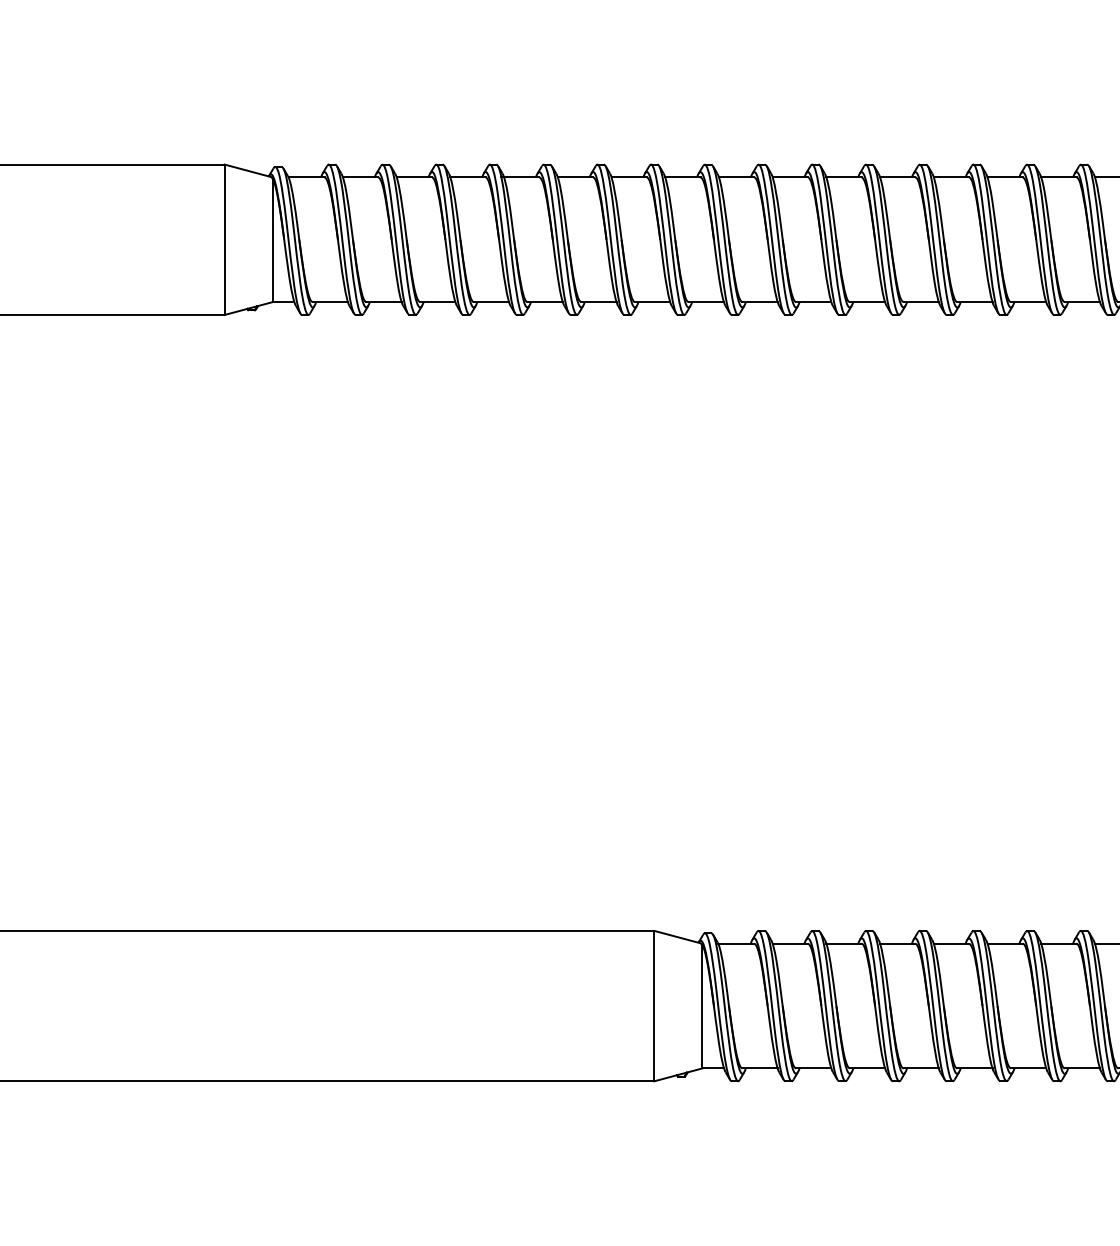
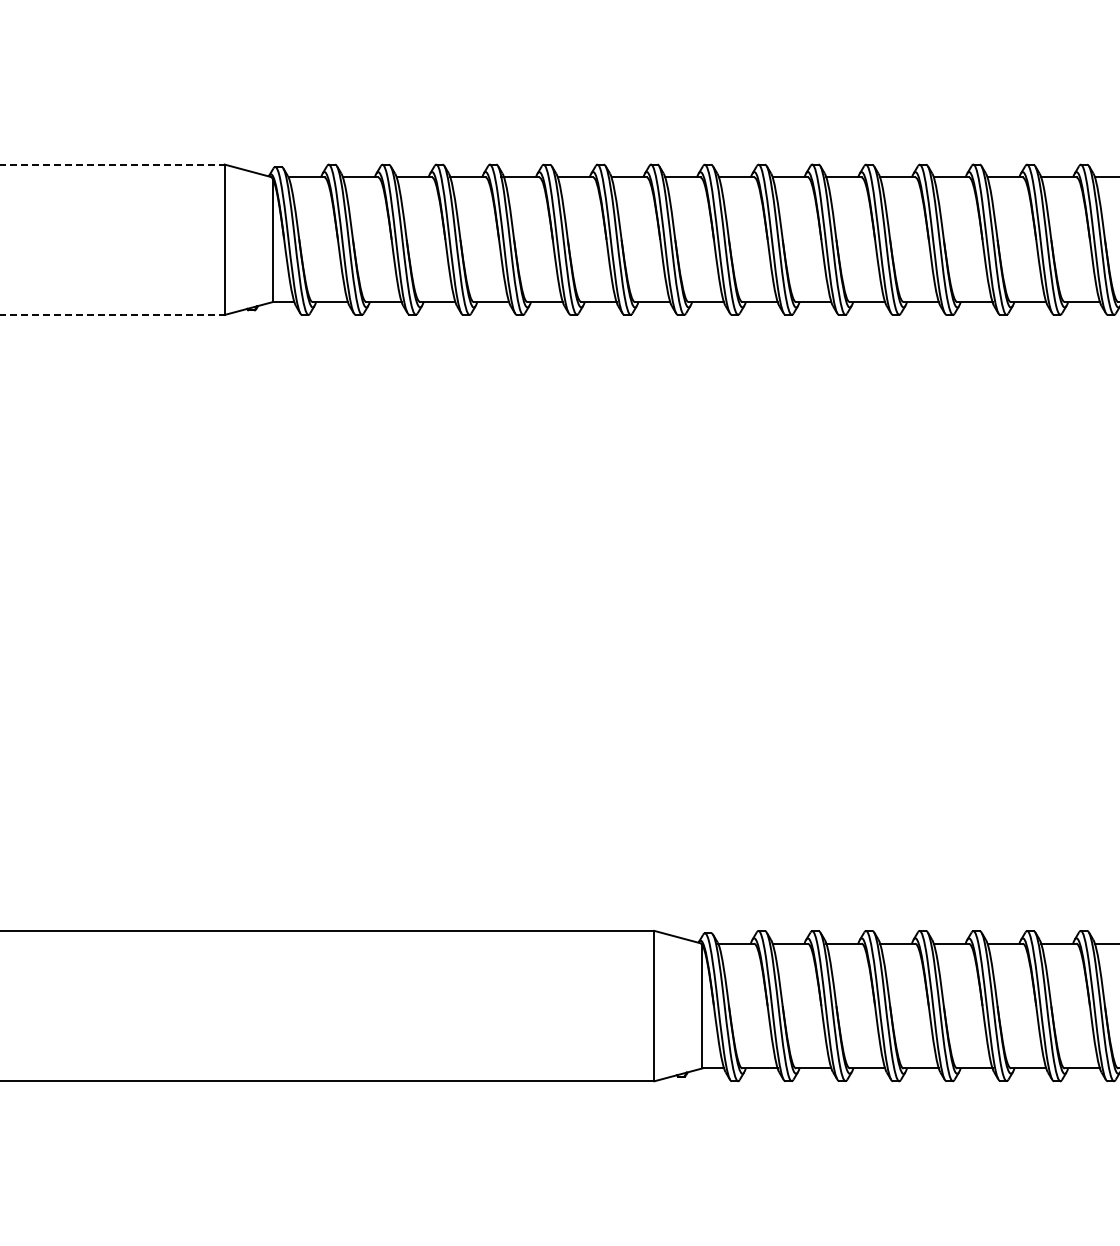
line at (112, 164): solid -> dashed
line at (112, 314): solid -> dashed
